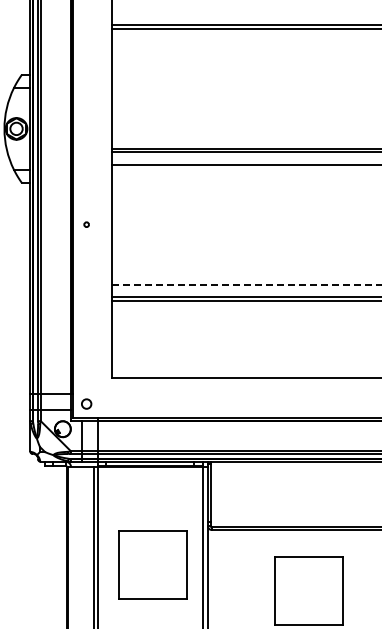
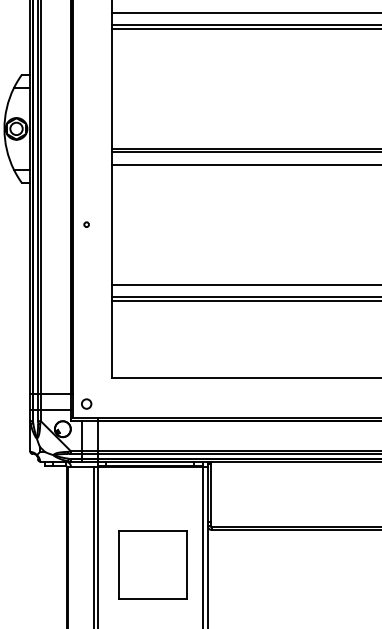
line at (245, 12): none -> present
line at (247, 284): dashed -> solid
part at (308, 590): present -> none
